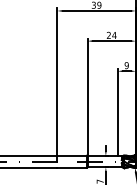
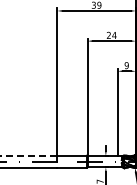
line at (28, 155): solid -> dashed
